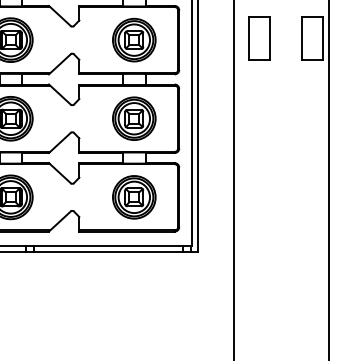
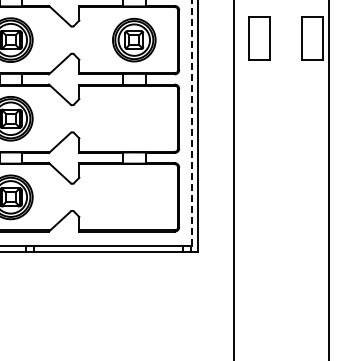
part at (134, 118): present -> none
line at (191, 122): solid -> dashed
part at (134, 197): present -> none
